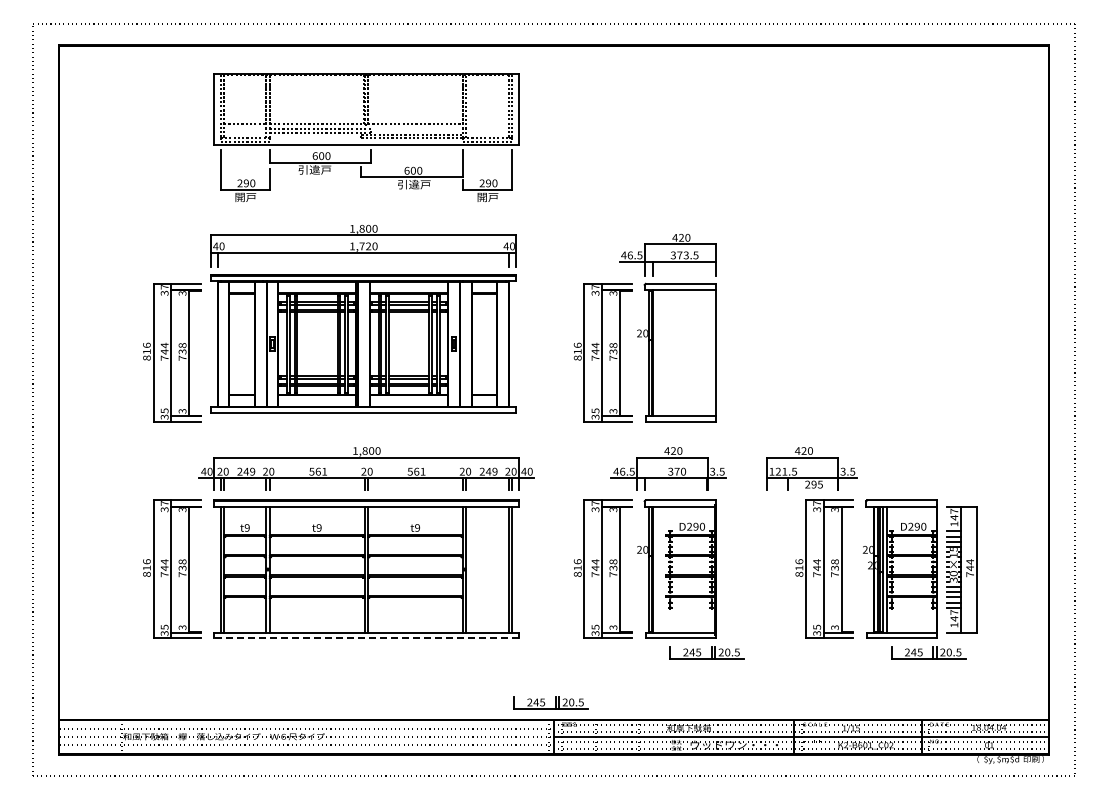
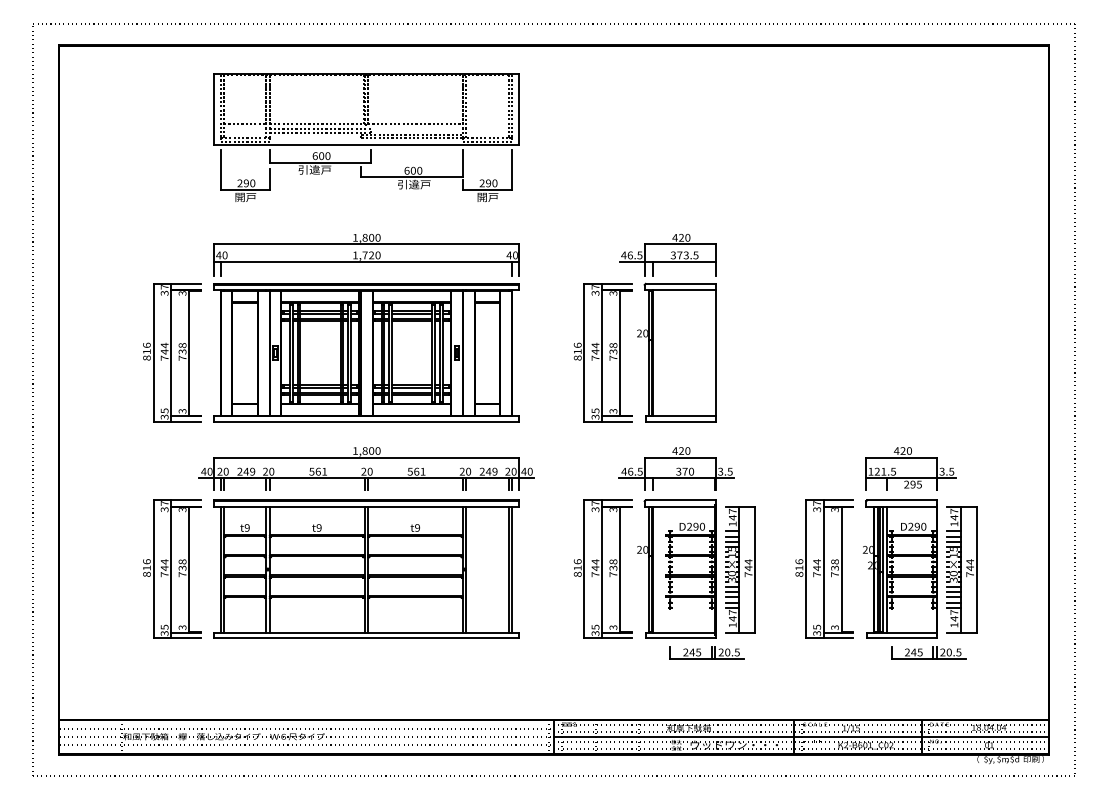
part at (363, 319) position: (363, 319) -> (366, 328)
part at (668, 468) position: (668, 468) -> (676, 468)
part at (811, 468) position: (811, 468) -> (910, 468)
part at (740, 569): none -> present
line at (365, 638): dashed -> solid
part at (550, 702): present -> none
